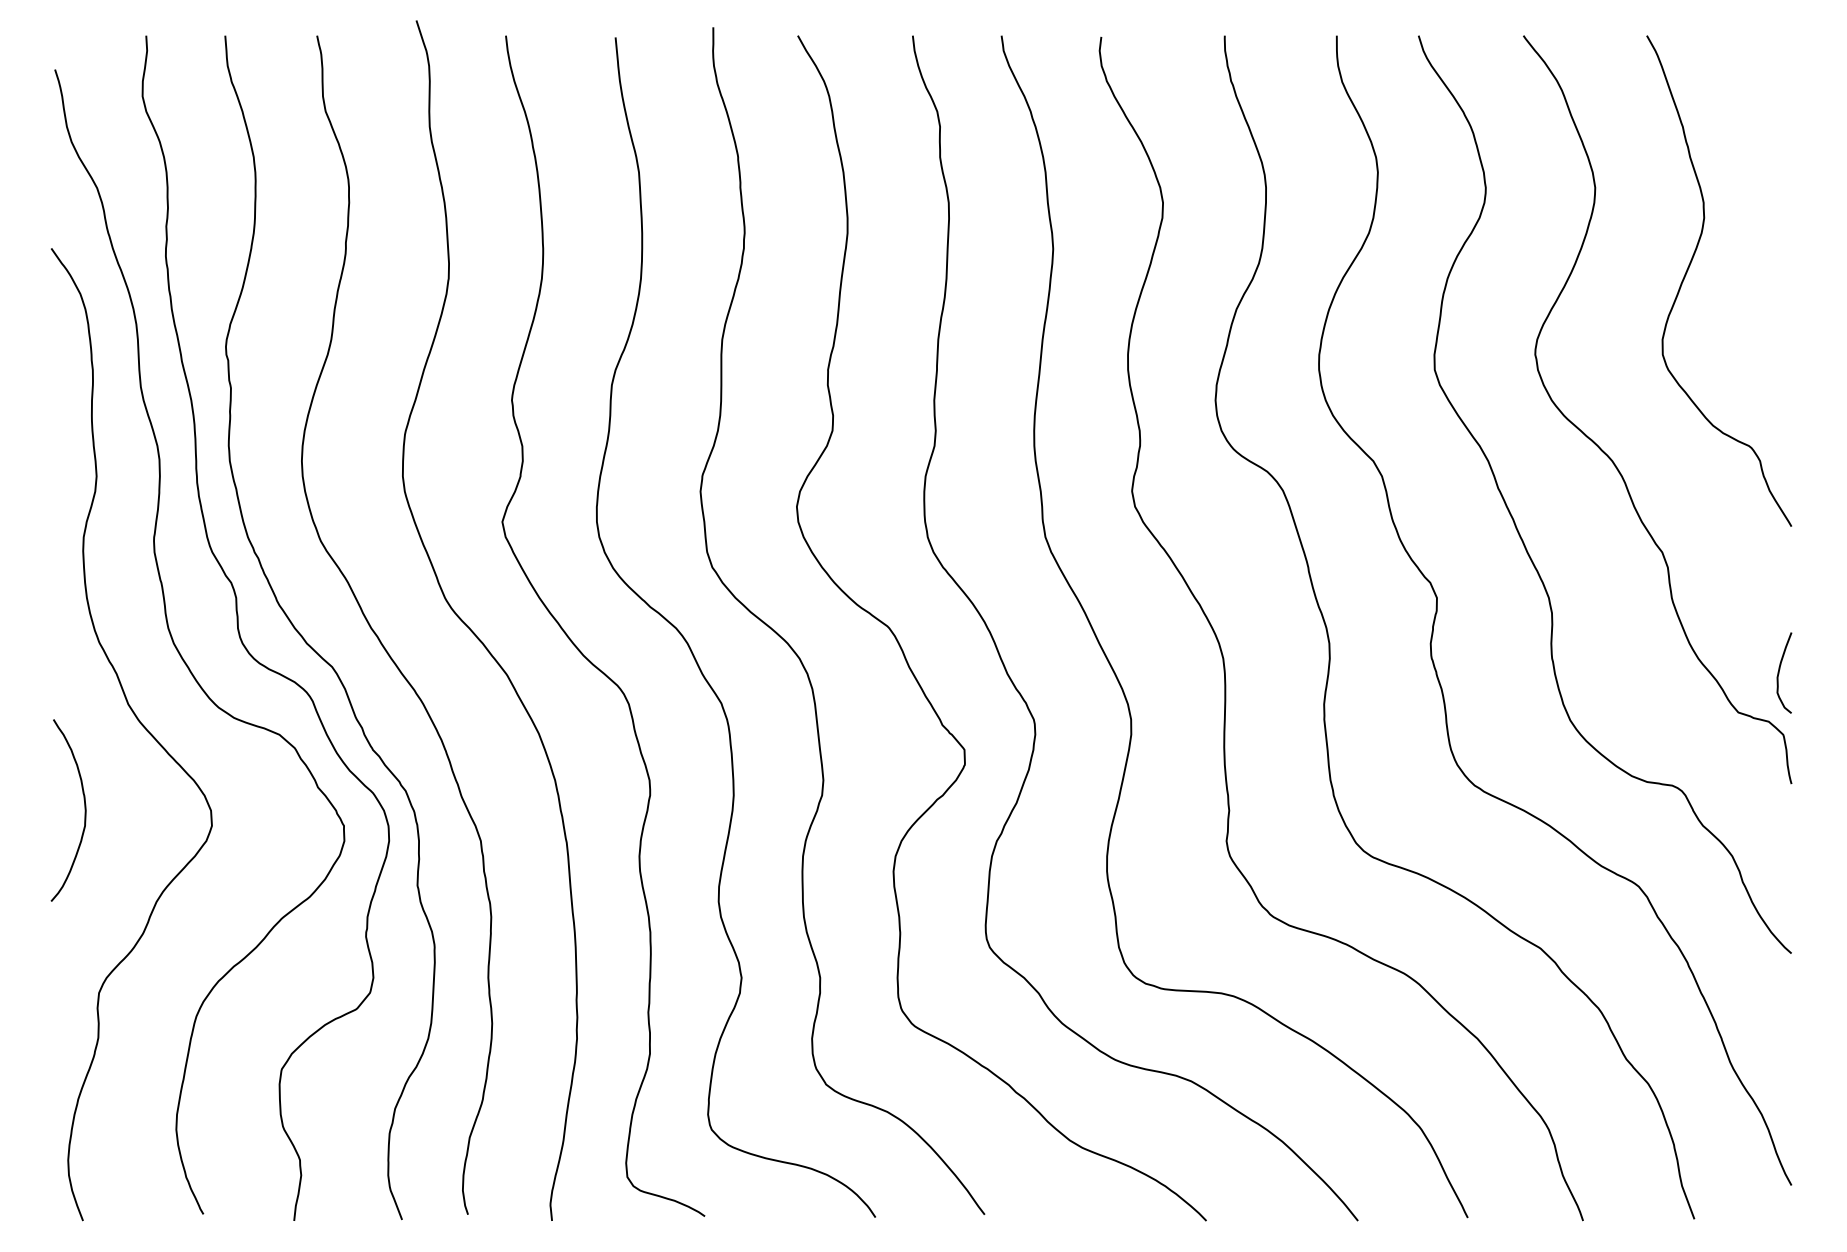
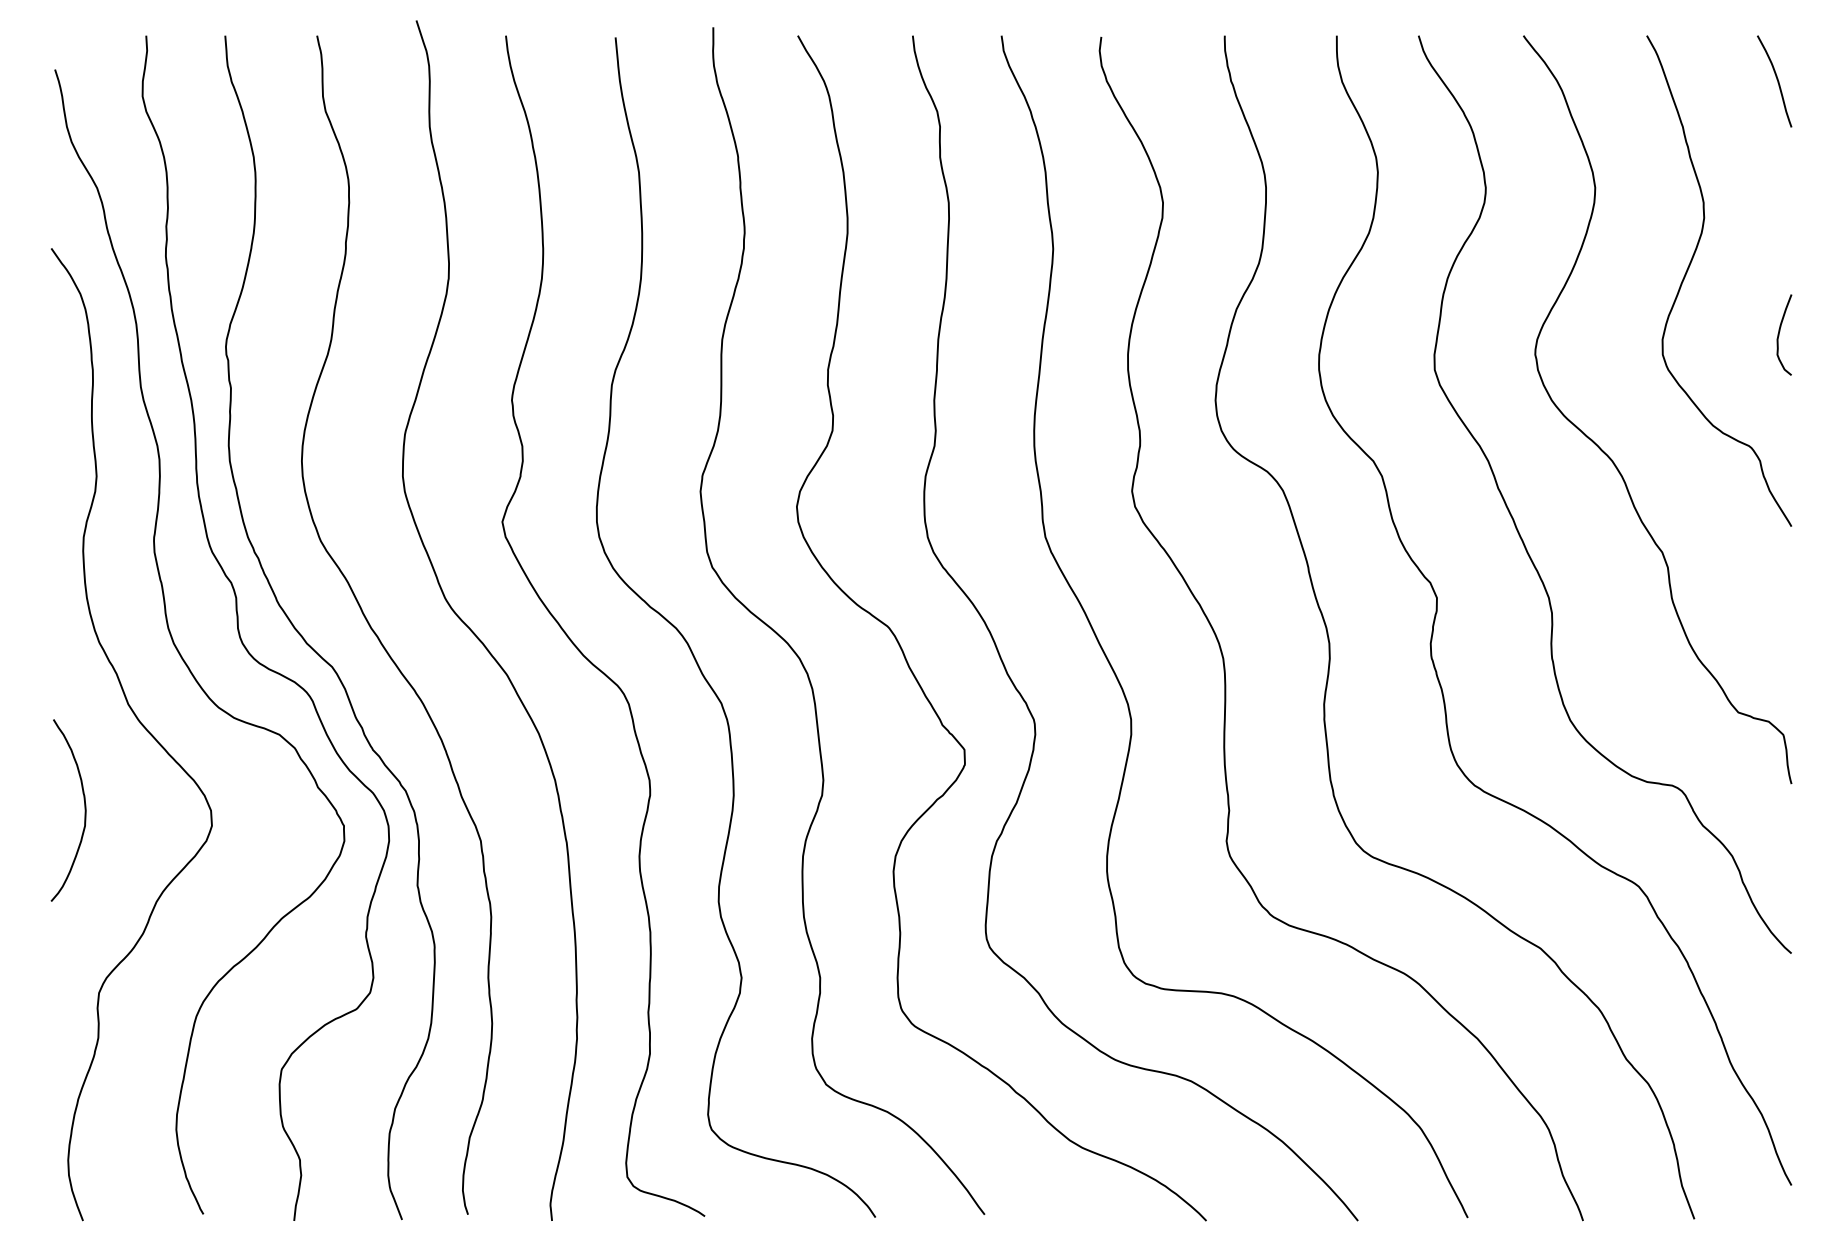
curve at (1776, 79): none -> present
curve at (1780, 669) position: (1780, 669) -> (1780, 331)
